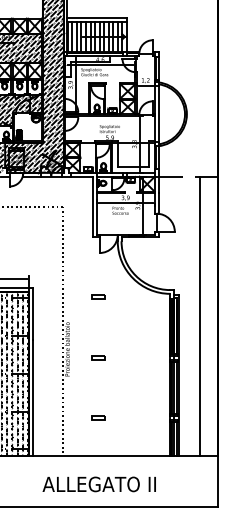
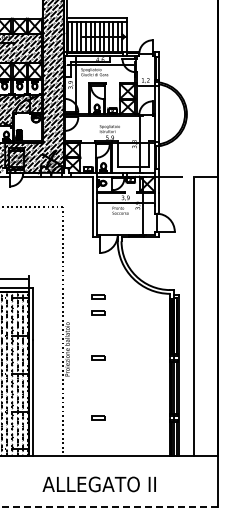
part at (98, 312): none -> present
line at (199, 316) position: (199, 316) -> (193, 316)
line at (109, 507): solid -> dashed
